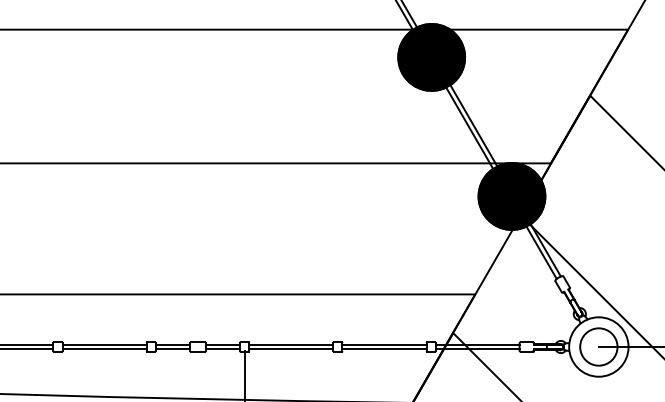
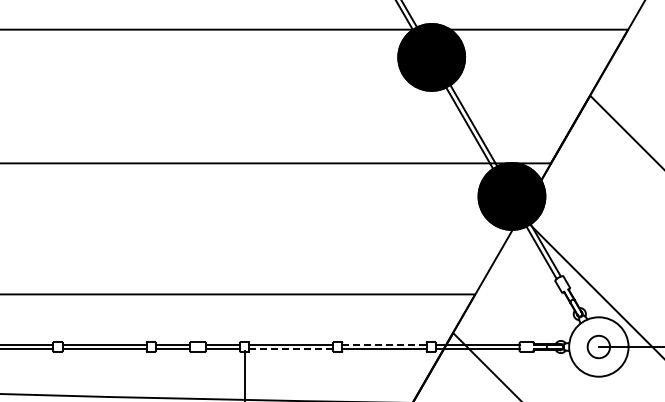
line at (385, 344): solid -> dashed
circle at (598, 346) diameter: 37 px -> 22 px
line at (291, 349): solid -> dashed
